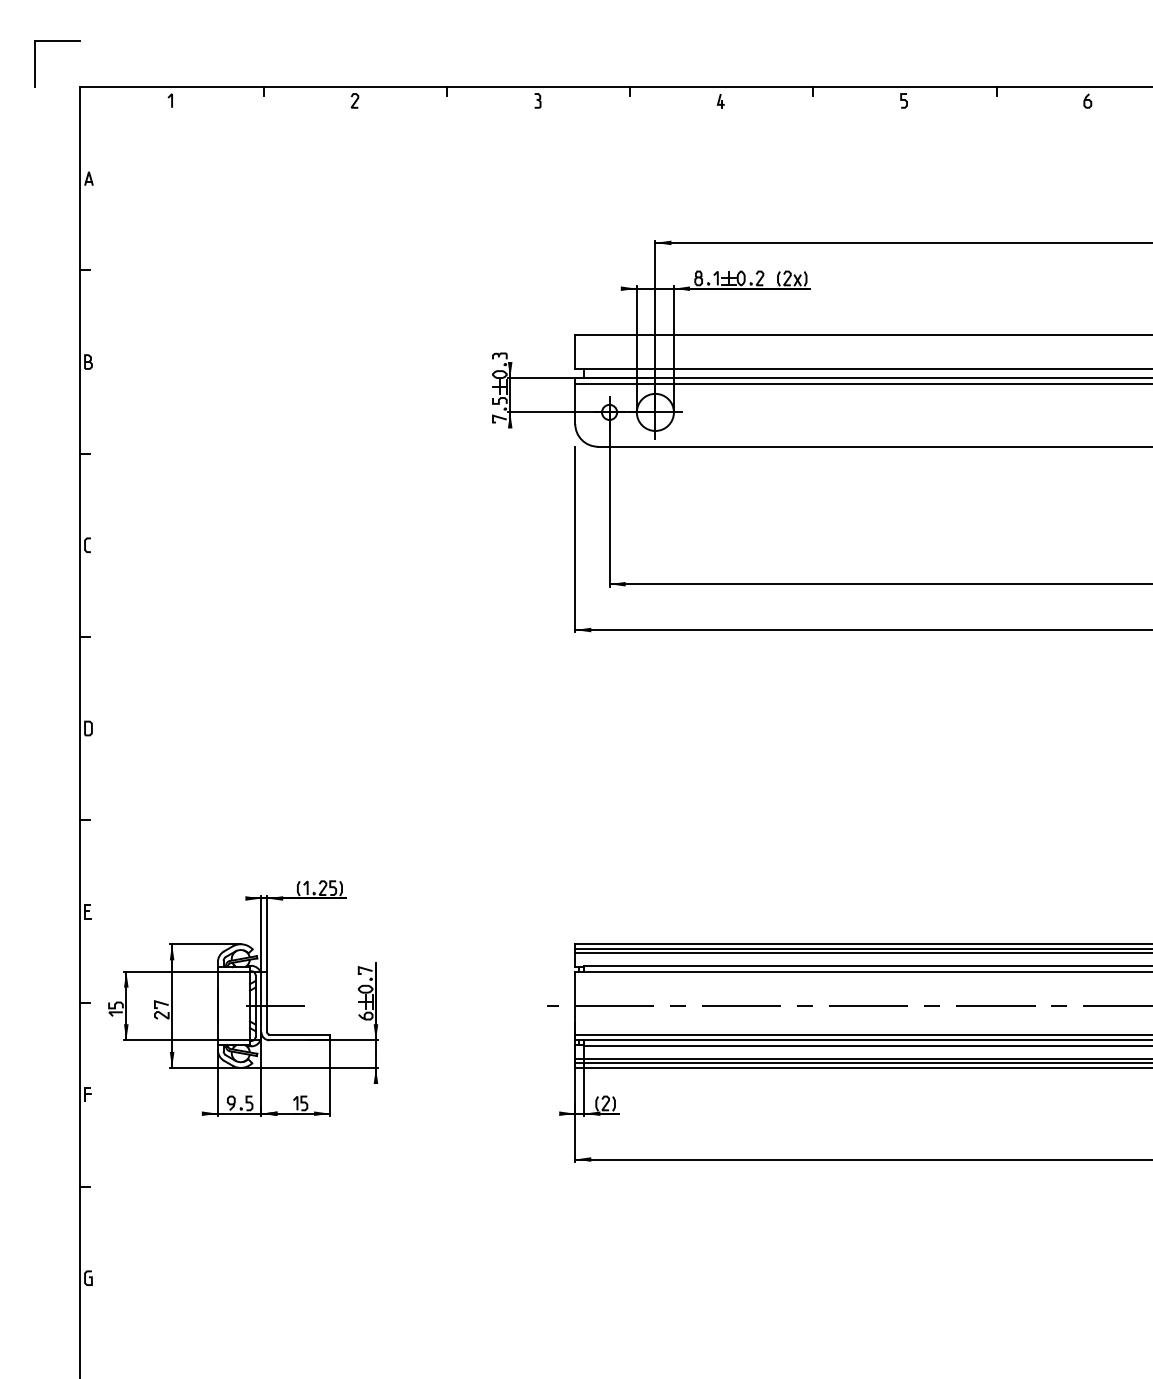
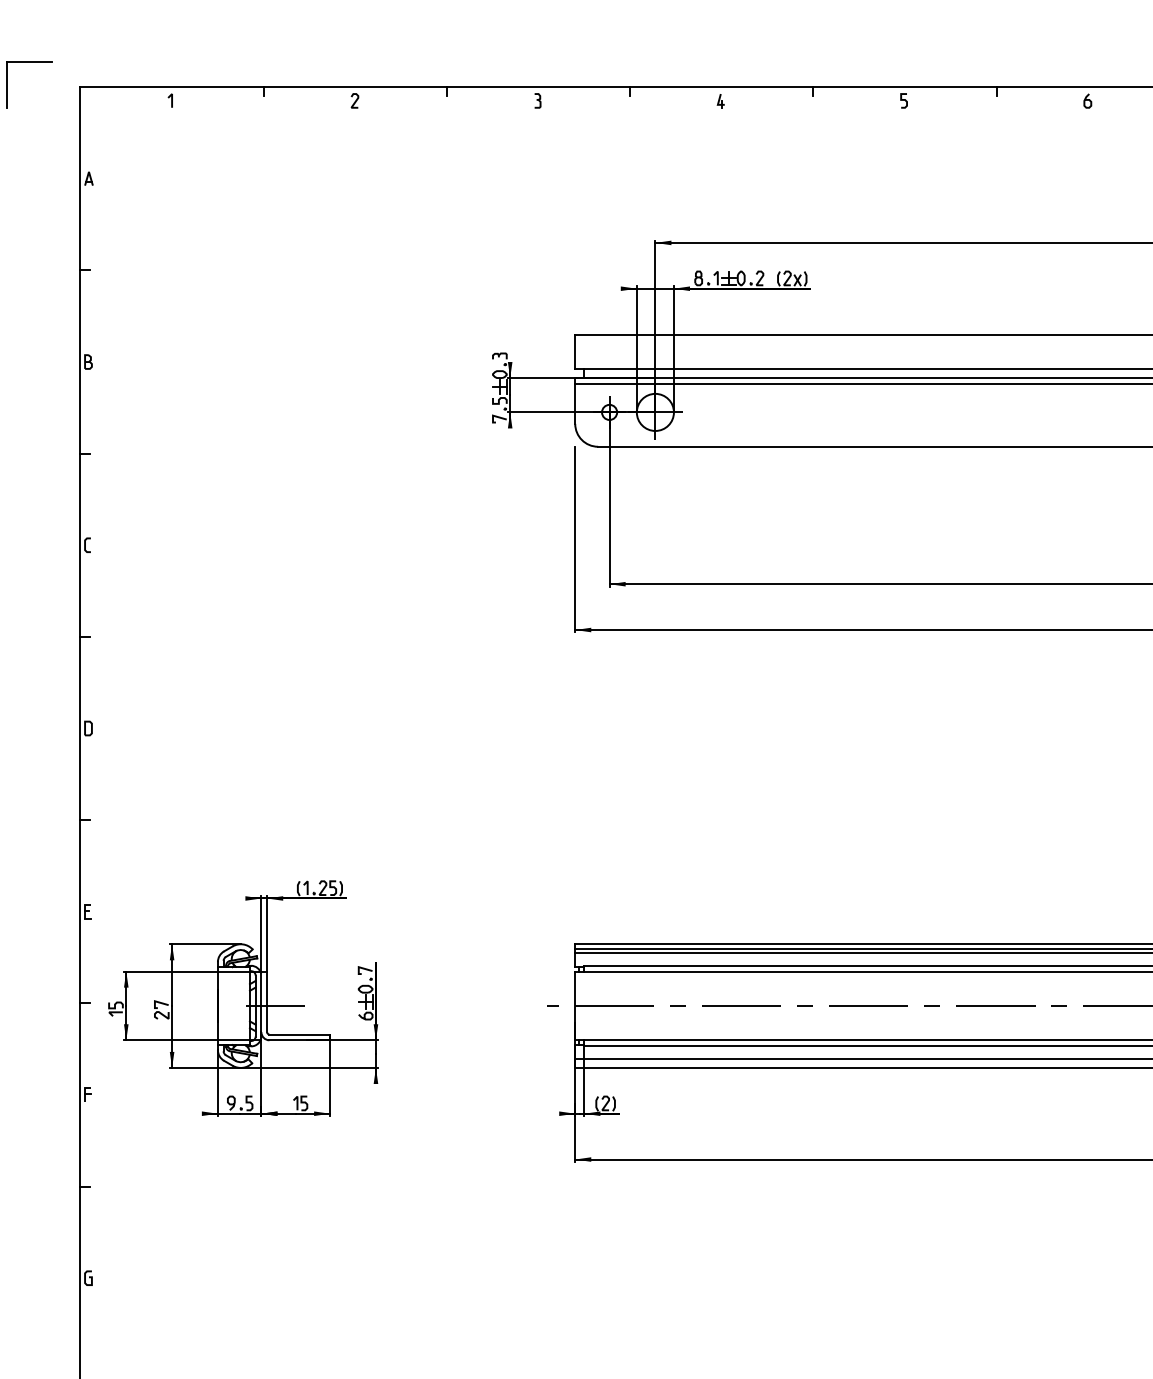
part at (57, 41) position: (57, 41) -> (29, 62)
line at (862, 1034): present -> none
line at (862, 1063): present -> none
